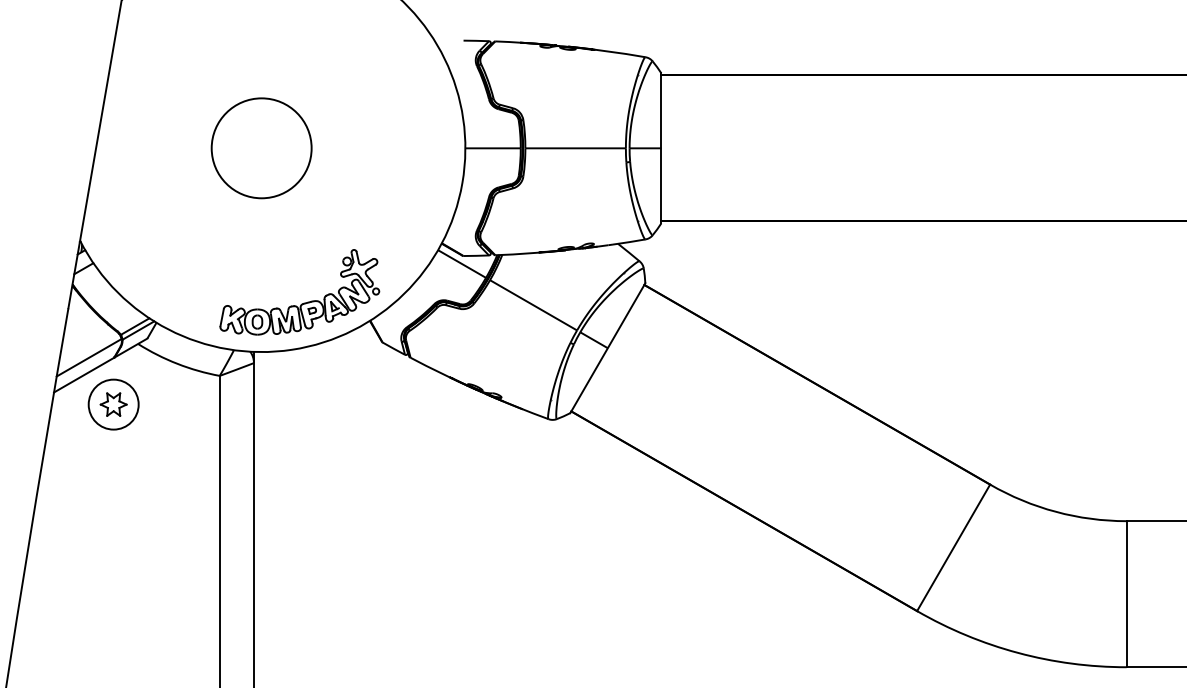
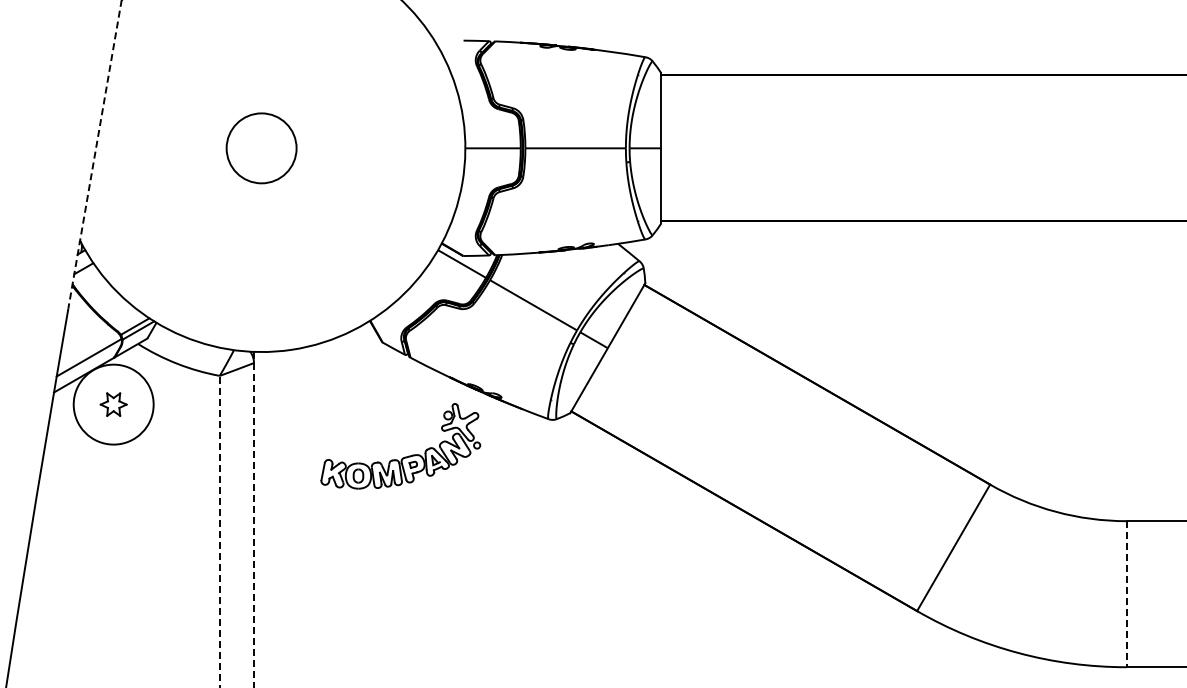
circle at (261, 148) size: 103x103 px -> 73x73 px
line at (95, 154): solid -> dashed
part at (304, 302) position: (304, 302) -> (405, 456)
circle at (113, 404) diameter: 50 px -> 80 px
line at (253, 519): solid -> dashed
line at (219, 531): solid -> dashed
line at (1126, 594): solid -> dashed
